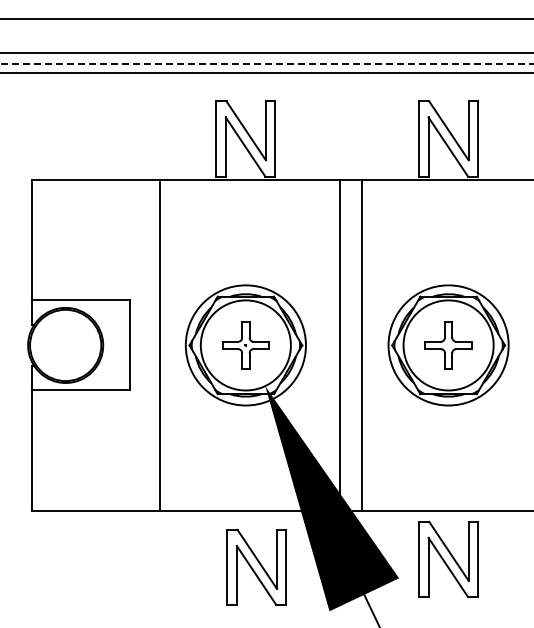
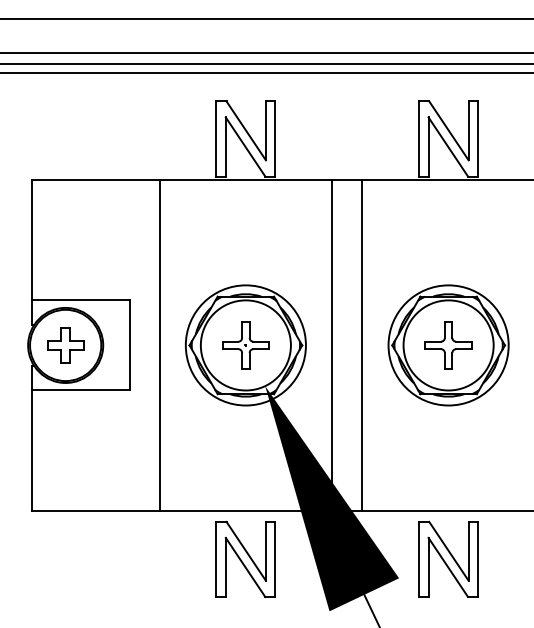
line at (267, 63): dashed -> solid
part at (65, 345): none -> present
line at (340, 345) position: (340, 345) -> (332, 345)
part at (256, 566) position: (256, 566) -> (245, 558)
